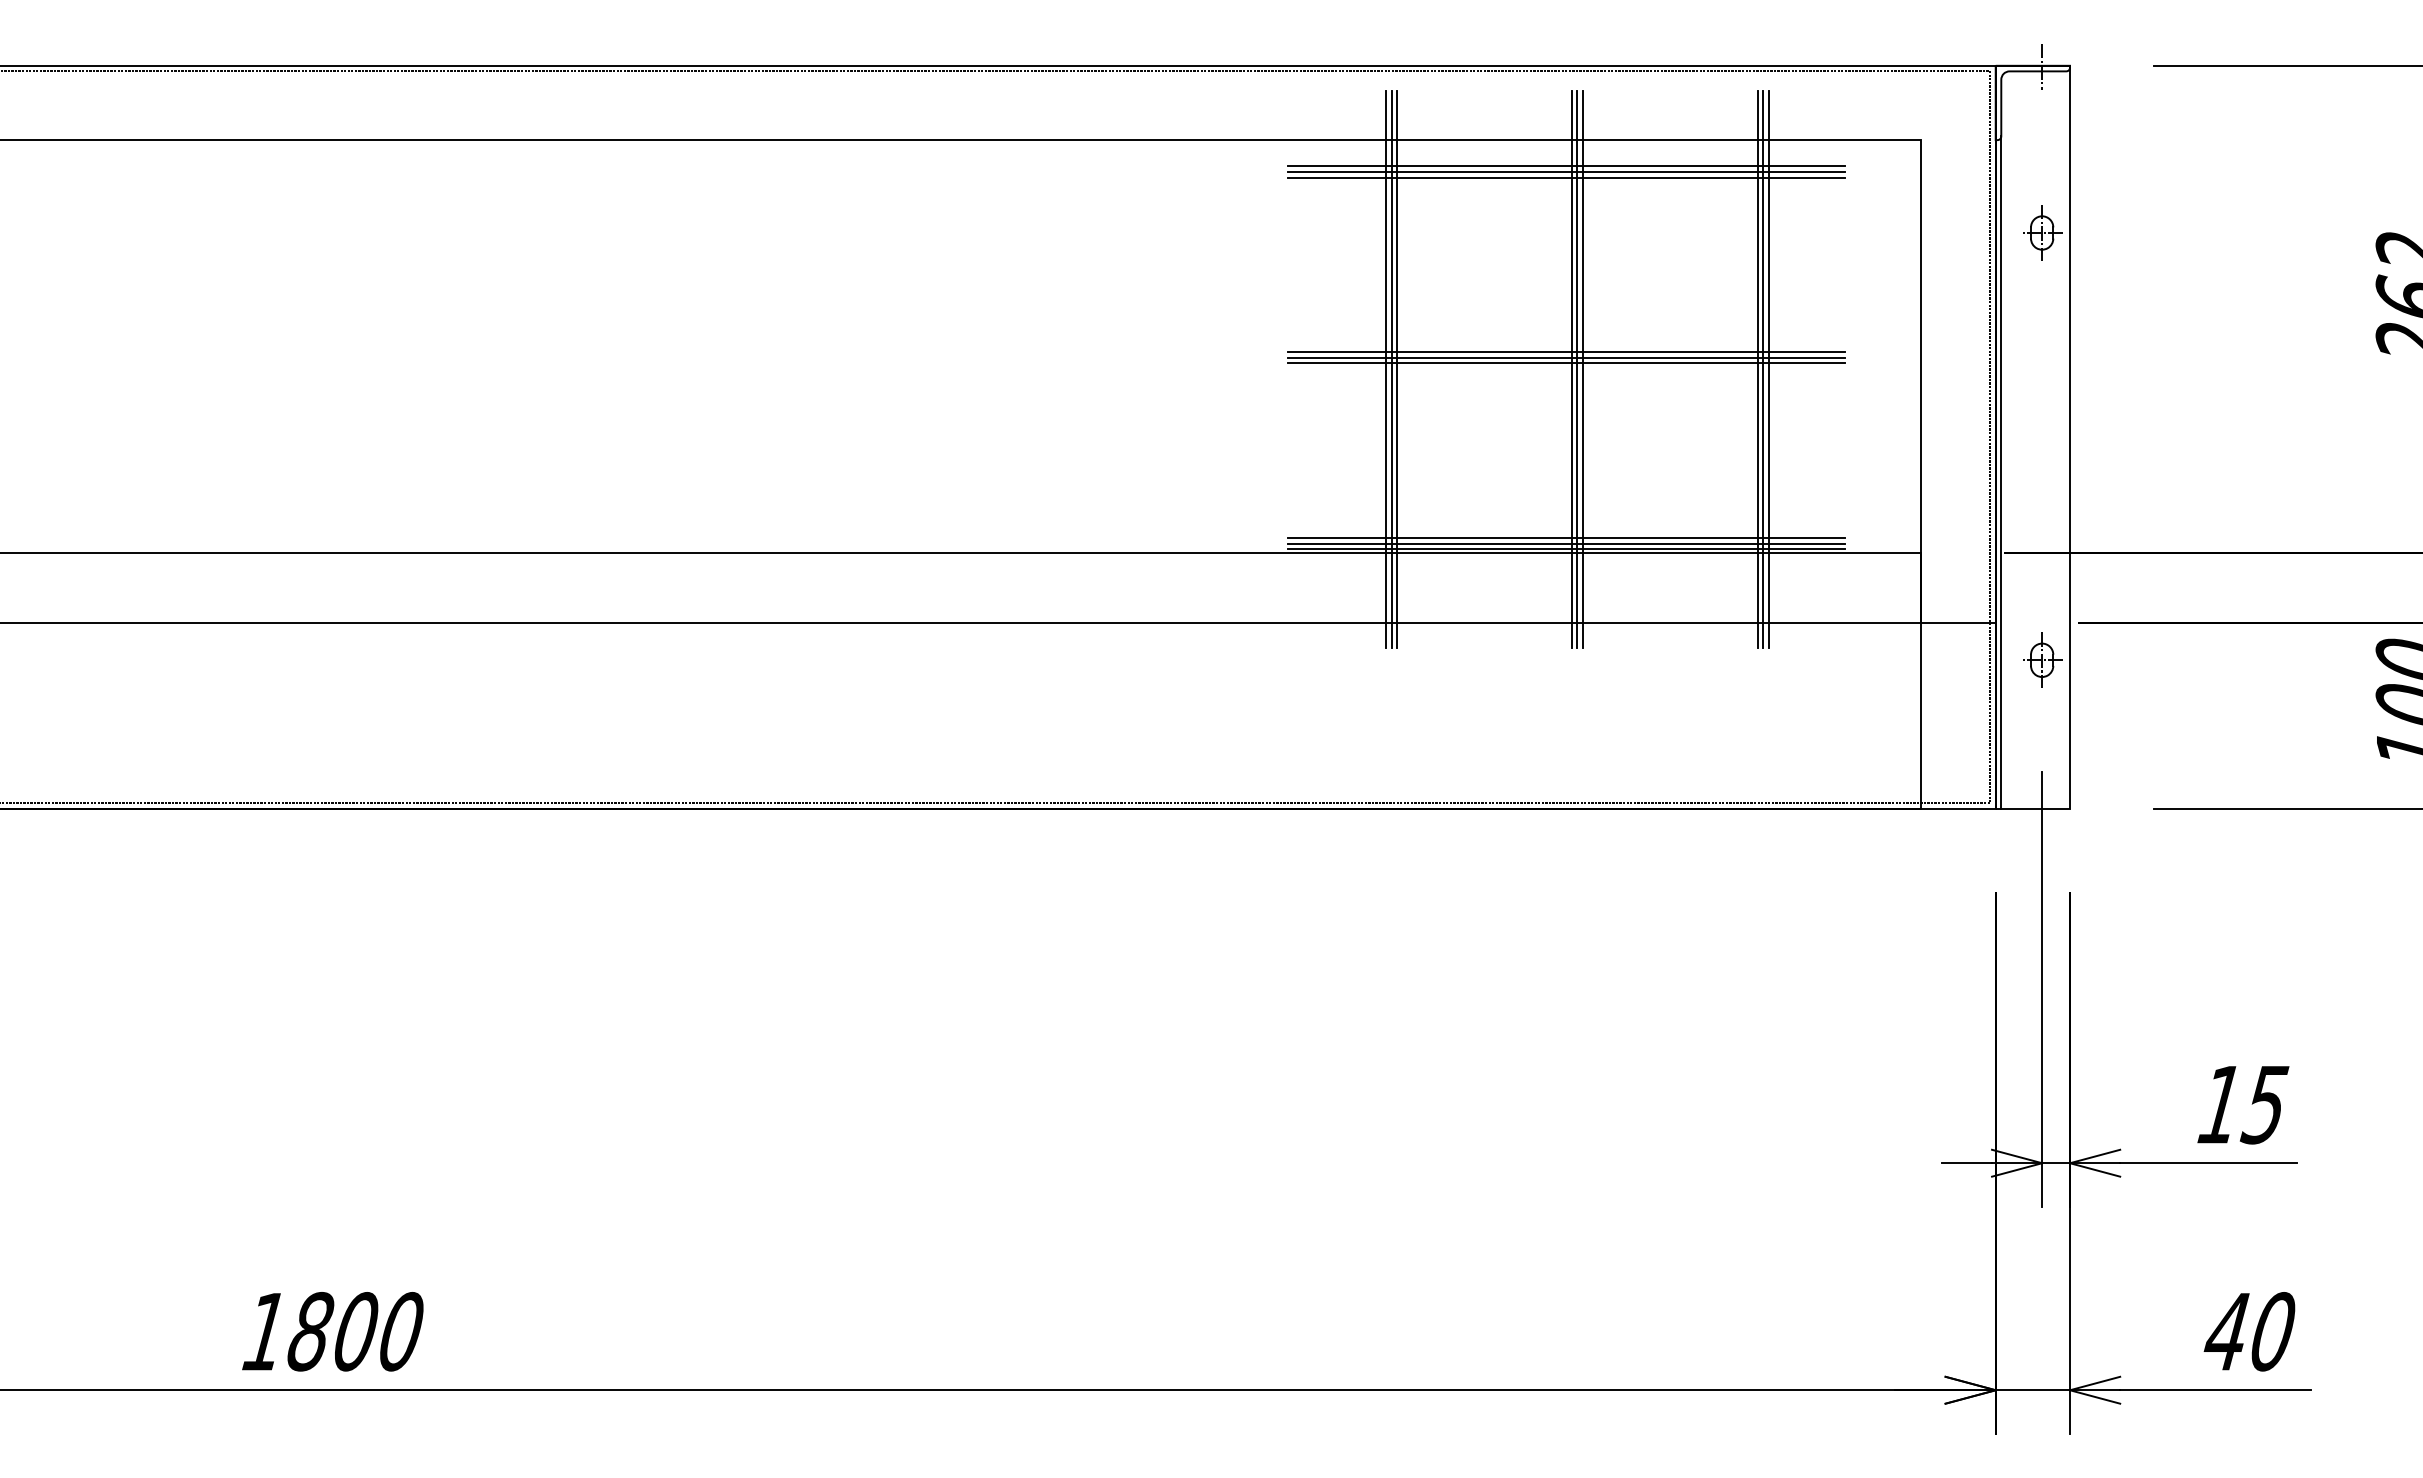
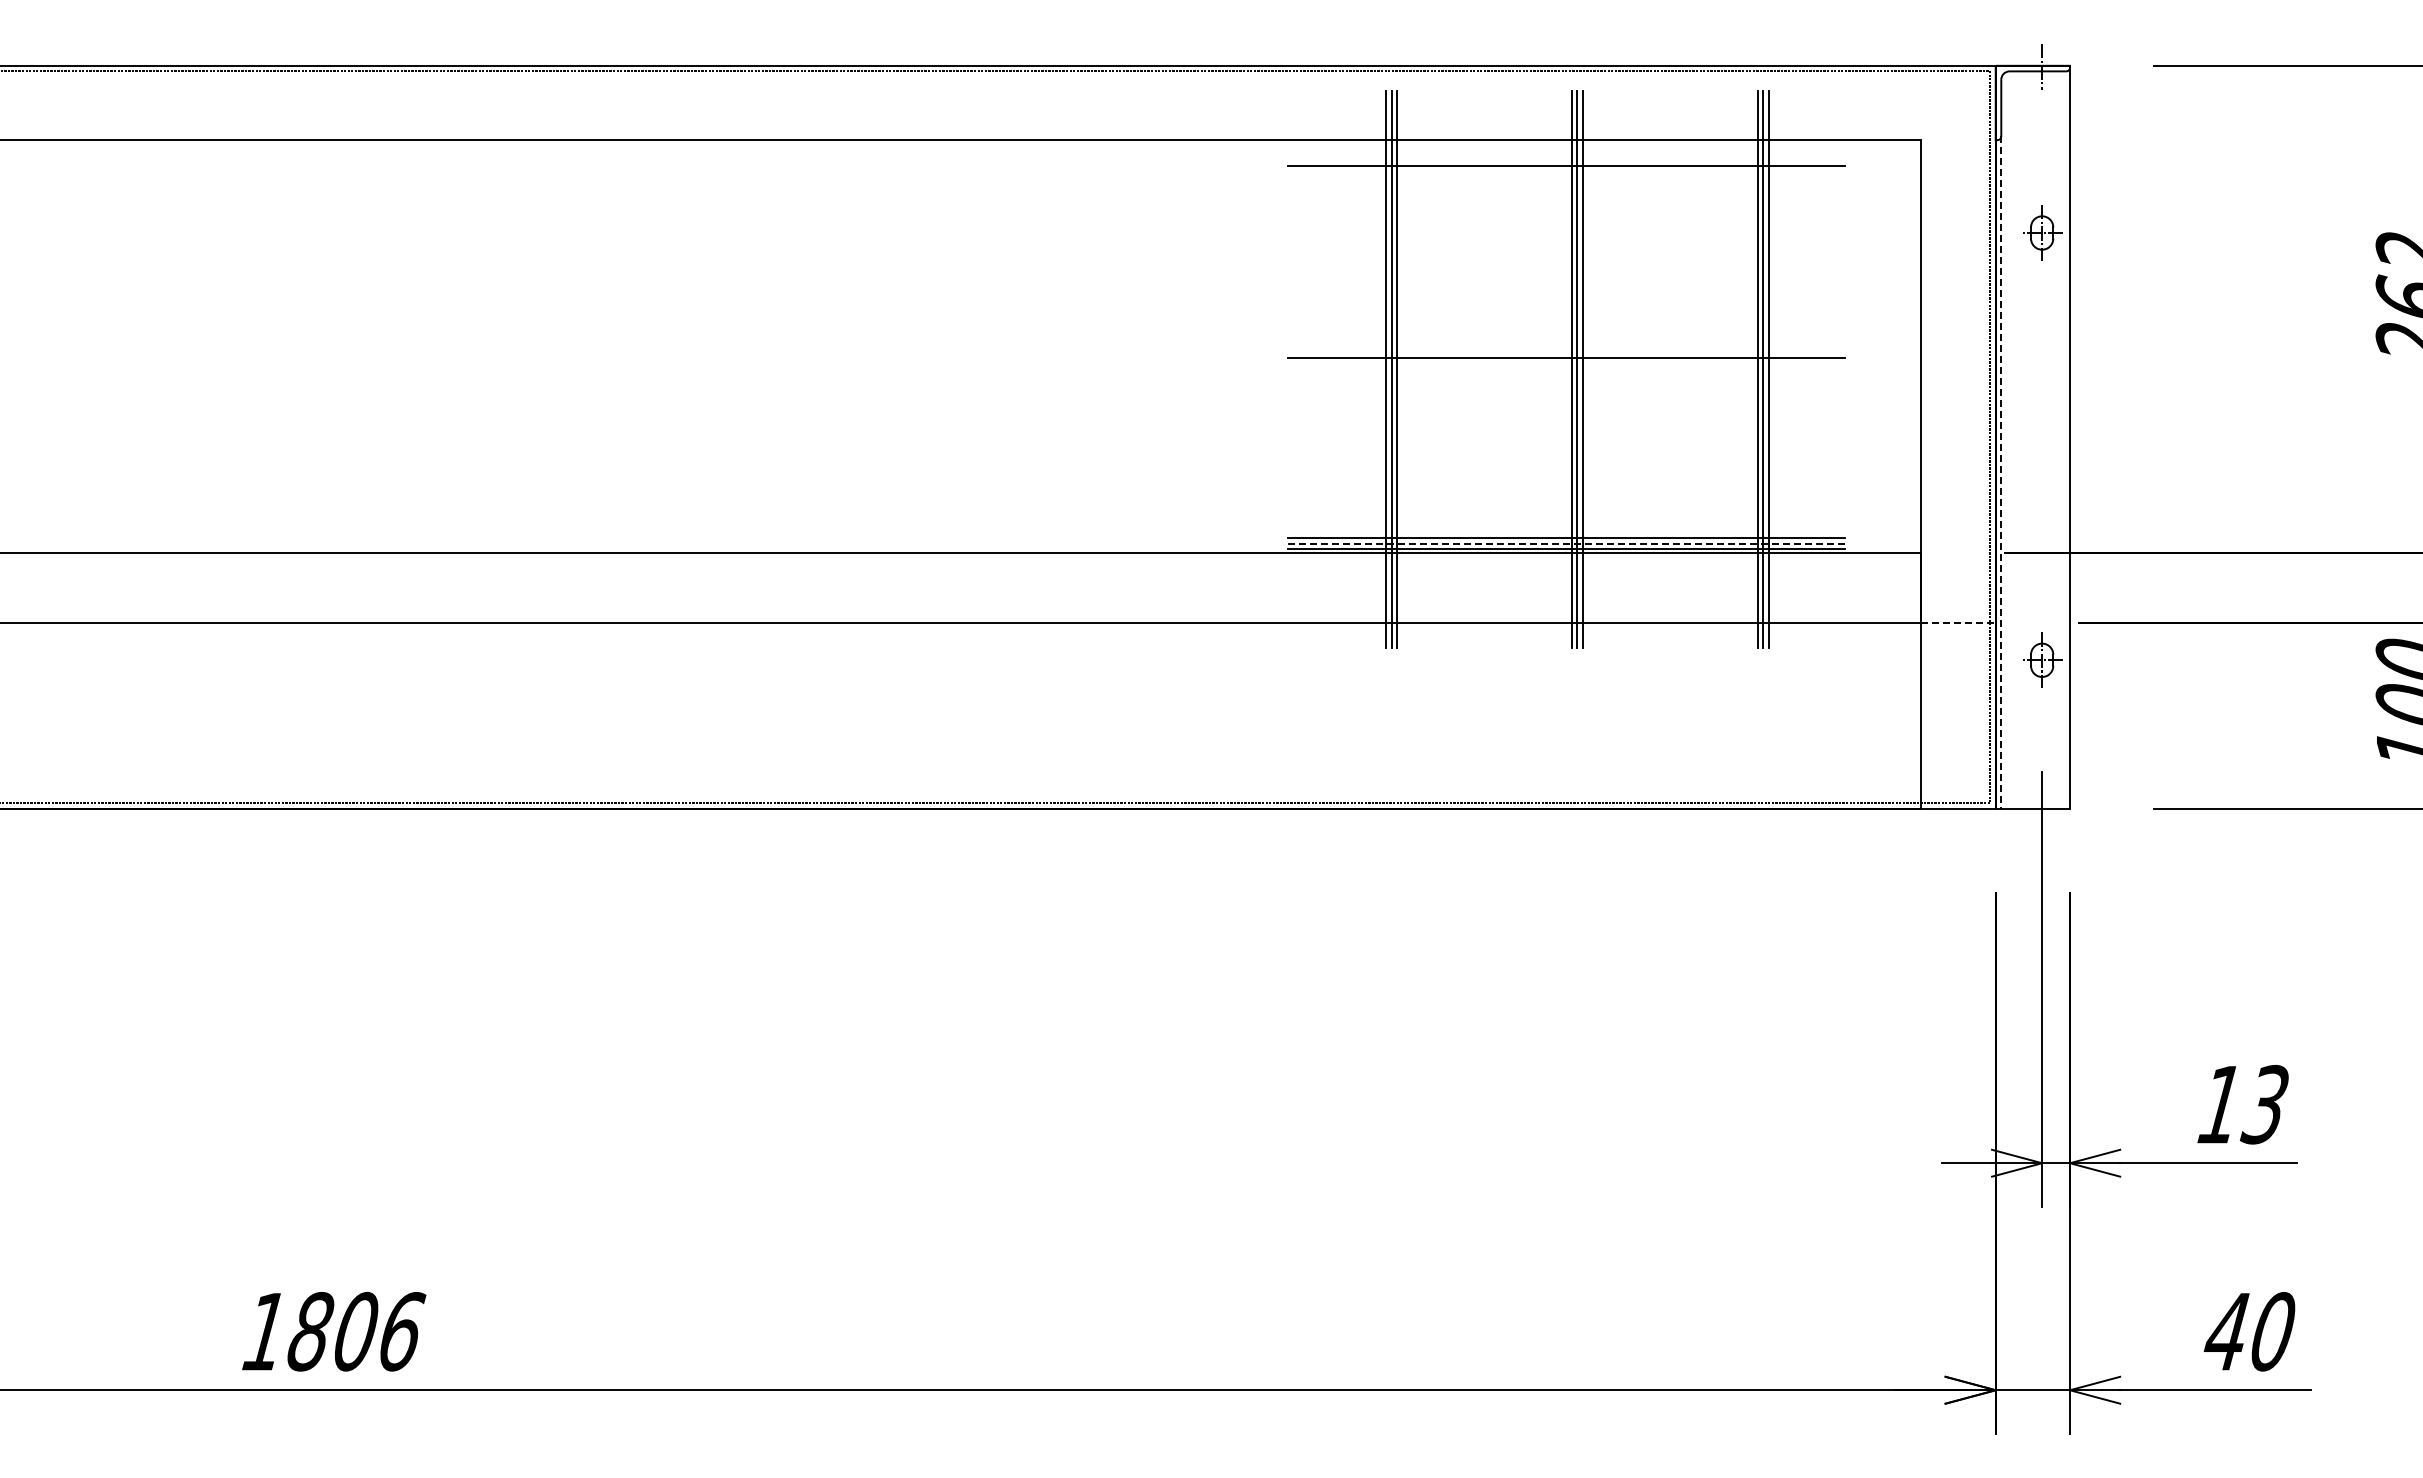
line at (1566, 172): present -> none
line at (1566, 177): present -> none
line at (1566, 352): present -> none
line at (1566, 363): present -> none
line at (2001, 473): solid -> dashed
line at (1566, 543): solid -> dashed
line at (1959, 623): solid -> dashed
text at (2264, 1103): 15 -> 13
text at (403, 1331): 1800 -> 1806
